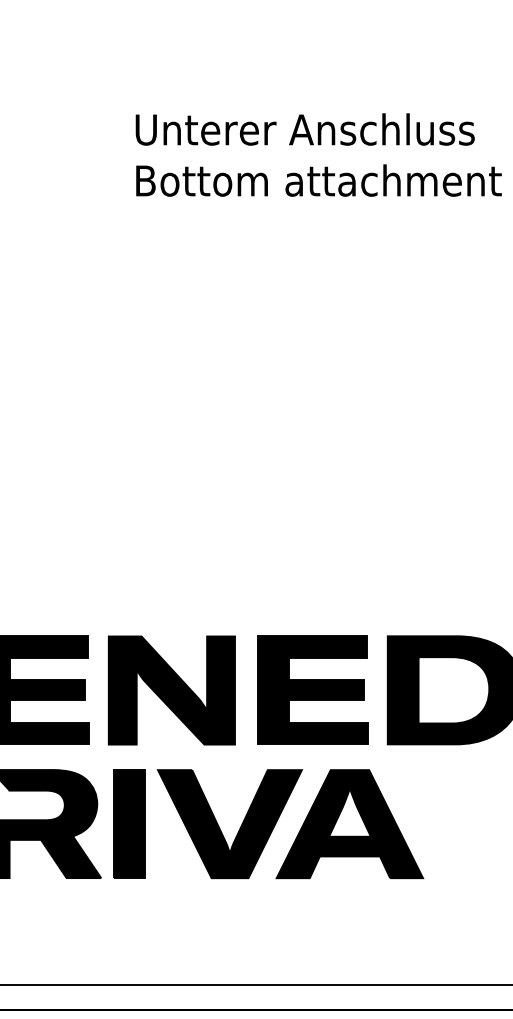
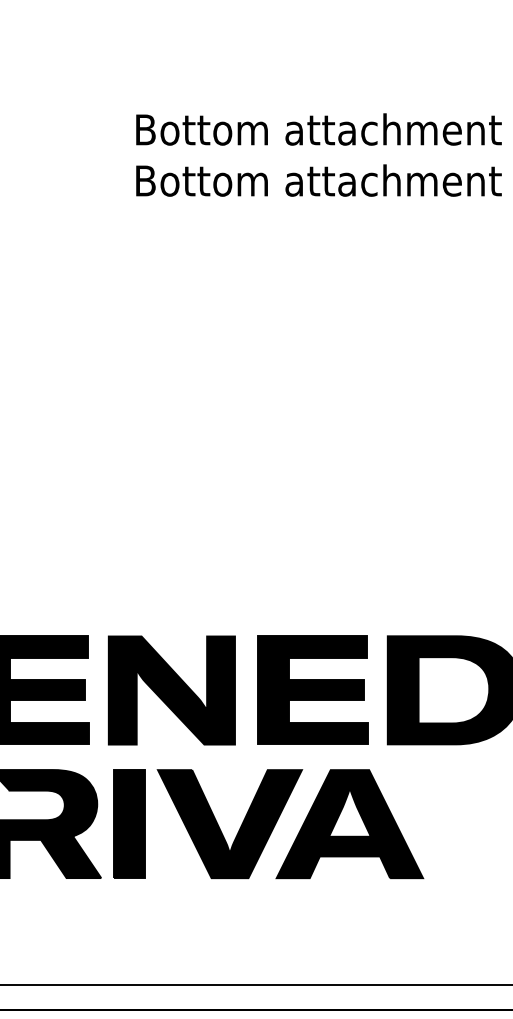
text at (318, 129): Unterer Anschluss -> Bottom attachment
